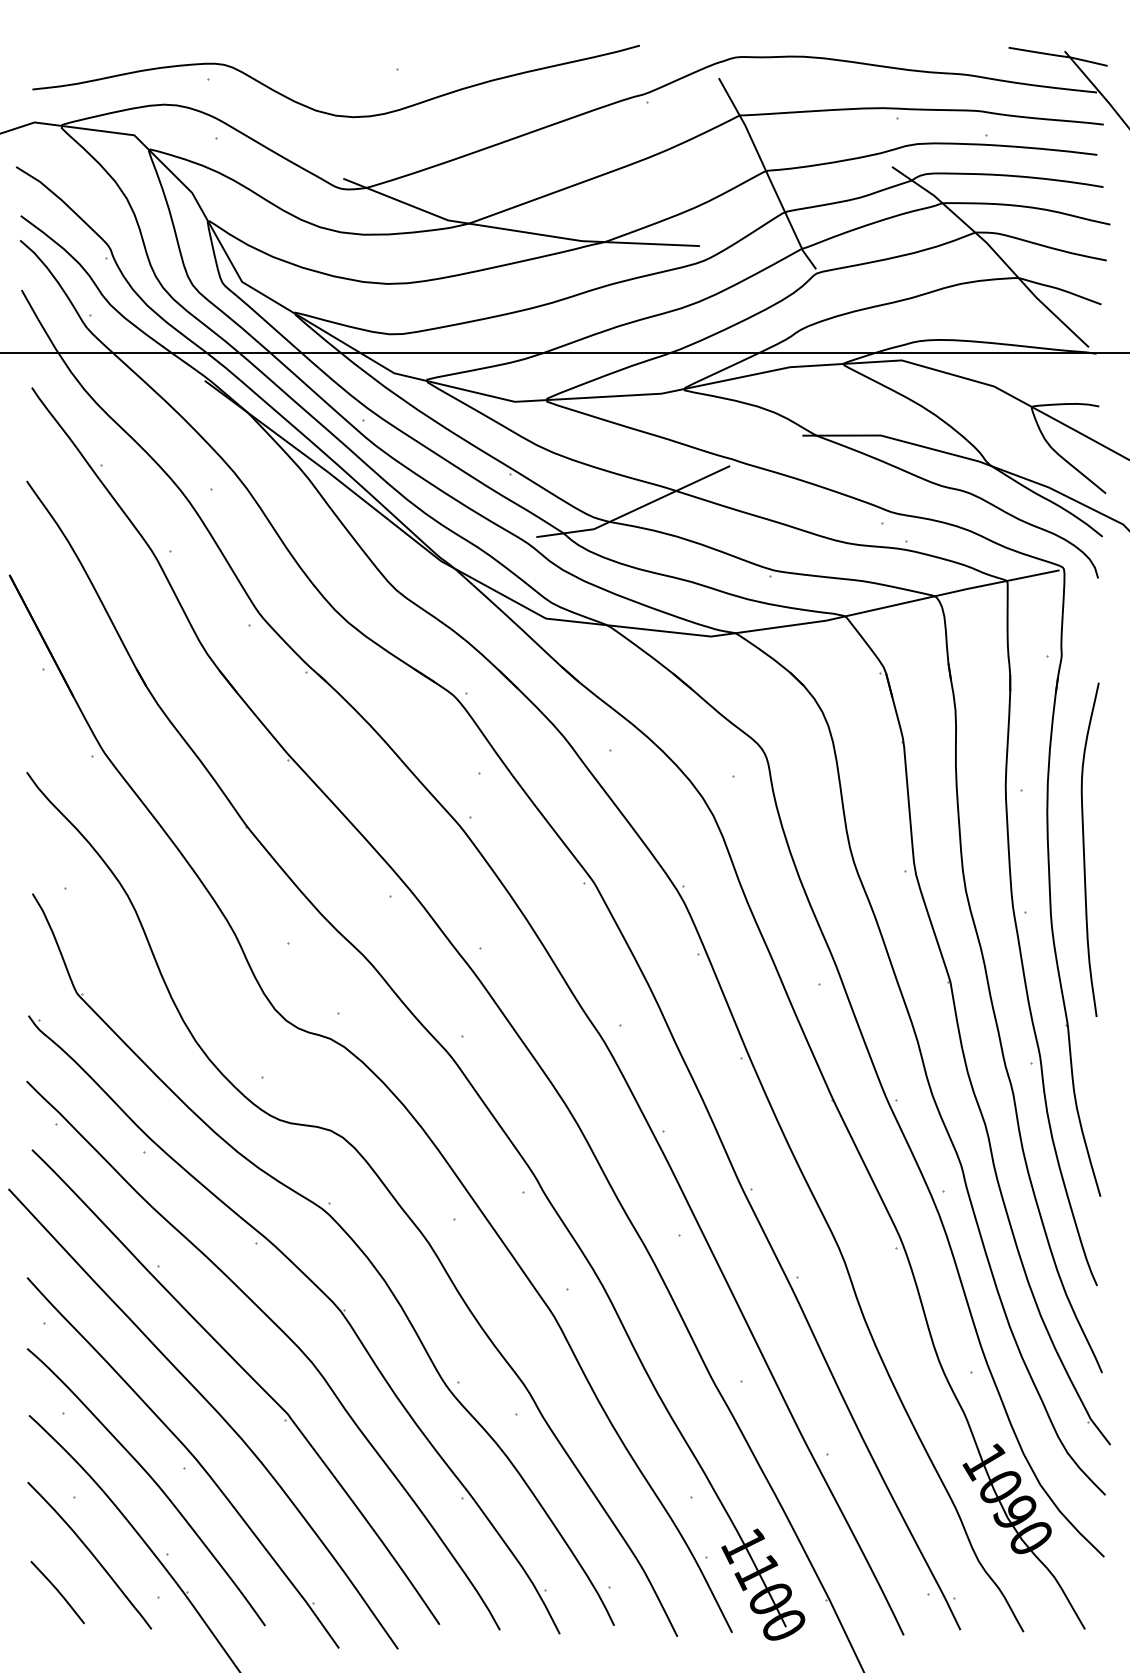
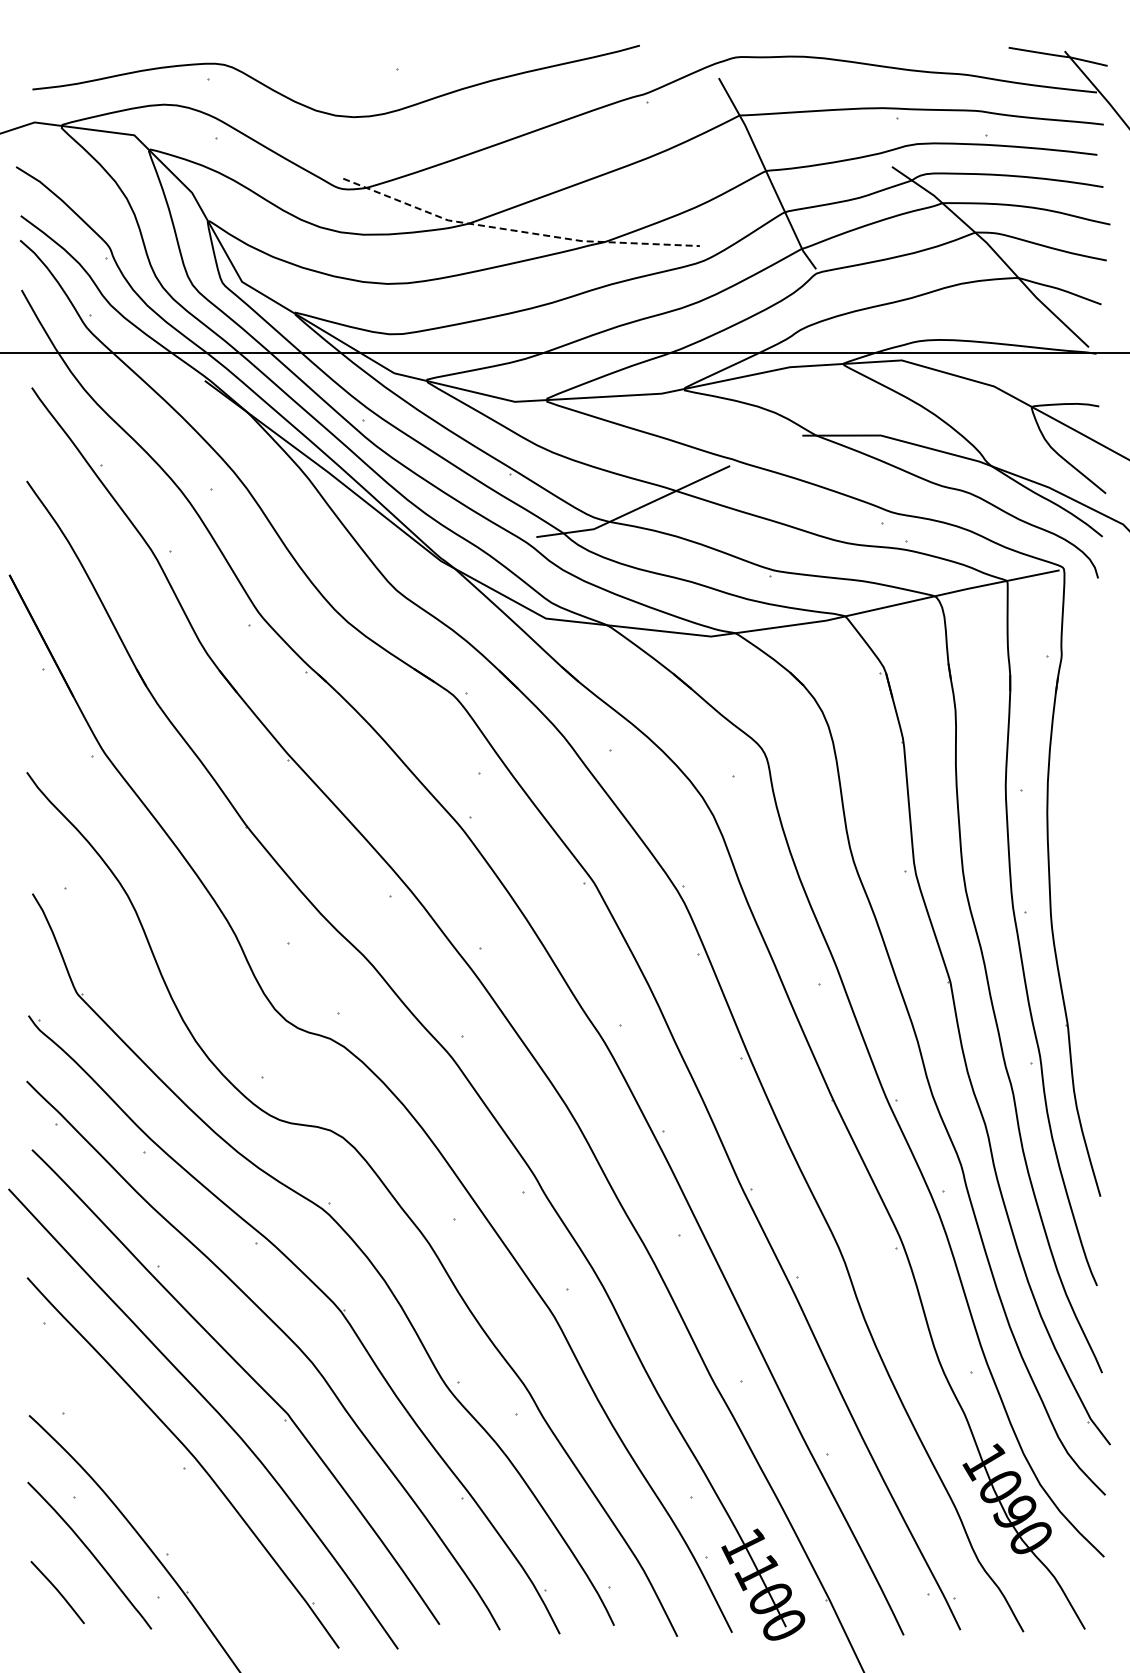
line at (518, 231): solid -> dashed
curve at (1084, 849): present -> none
curve at (152, 1480): present -> none
